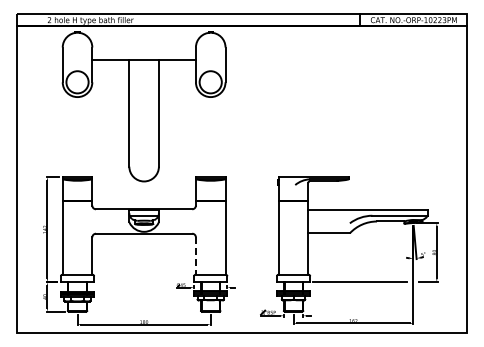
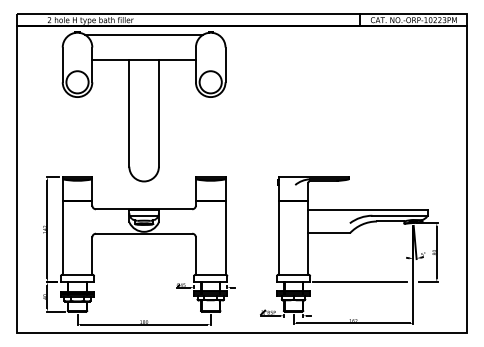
line at (143, 34): none -> present
line at (195, 256): dashed -> solid
